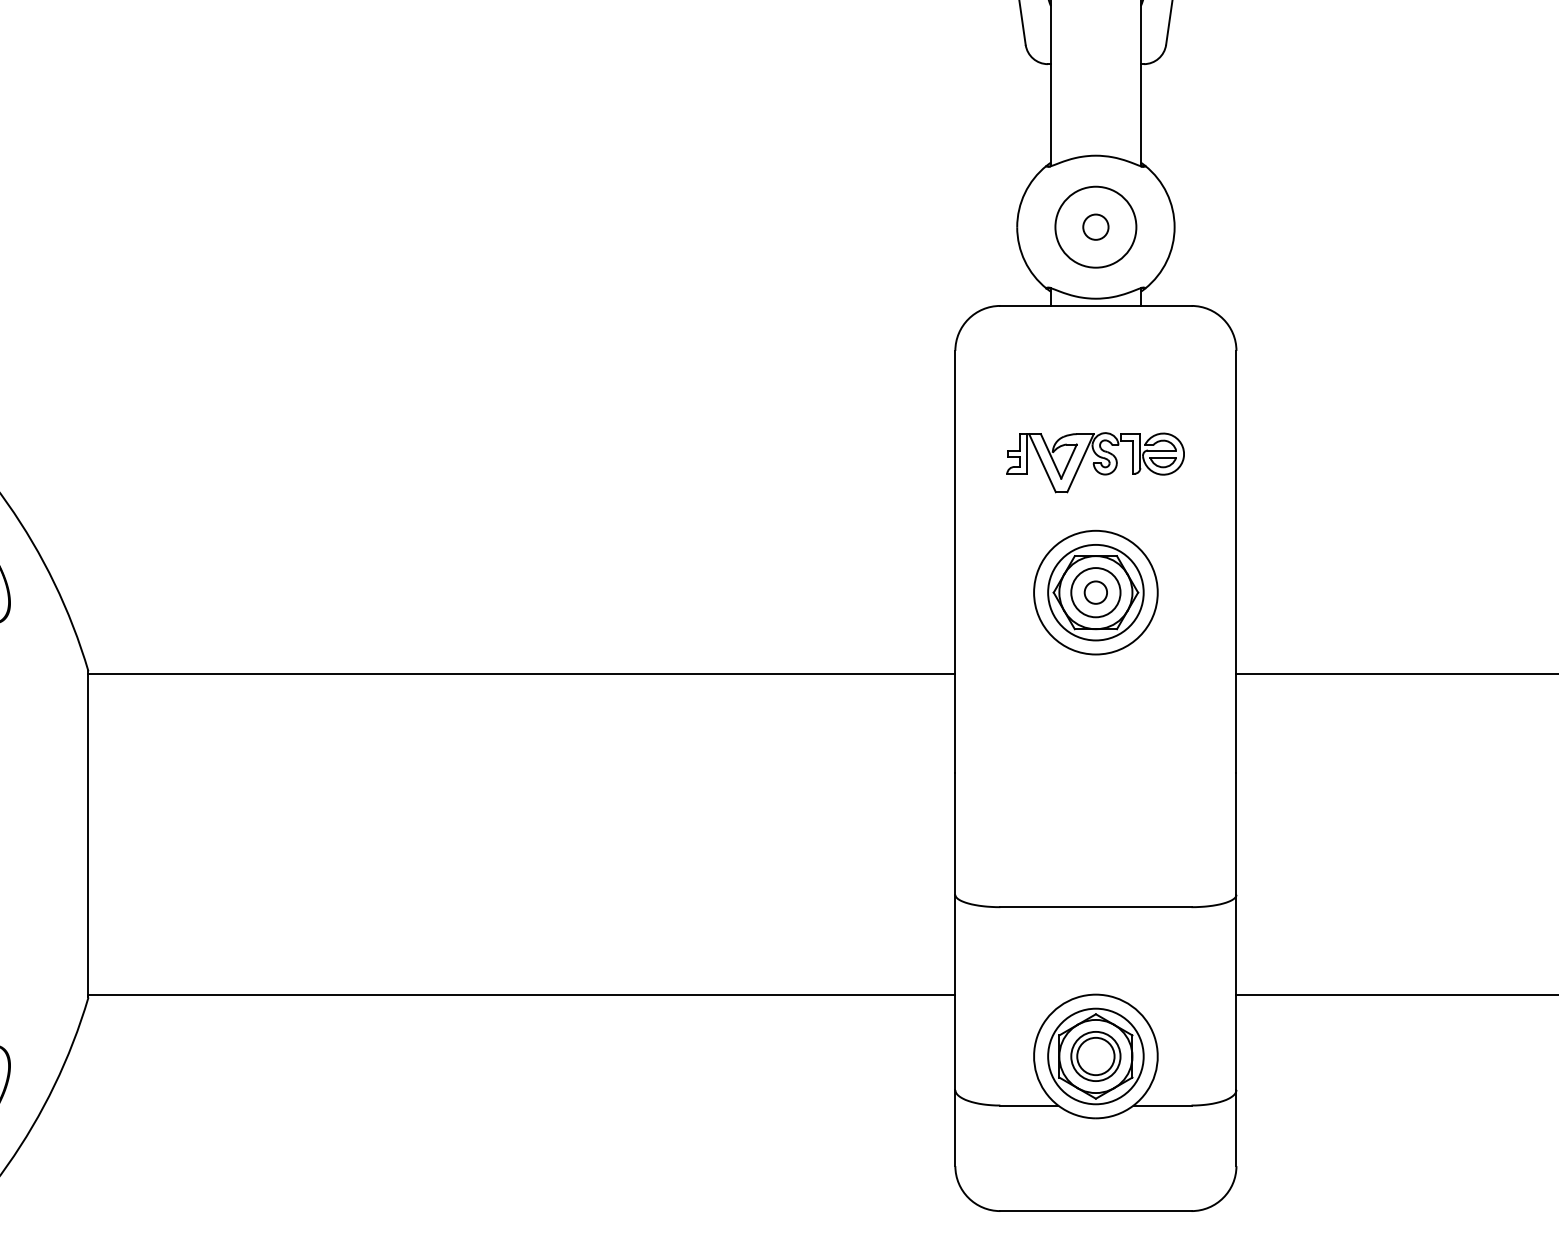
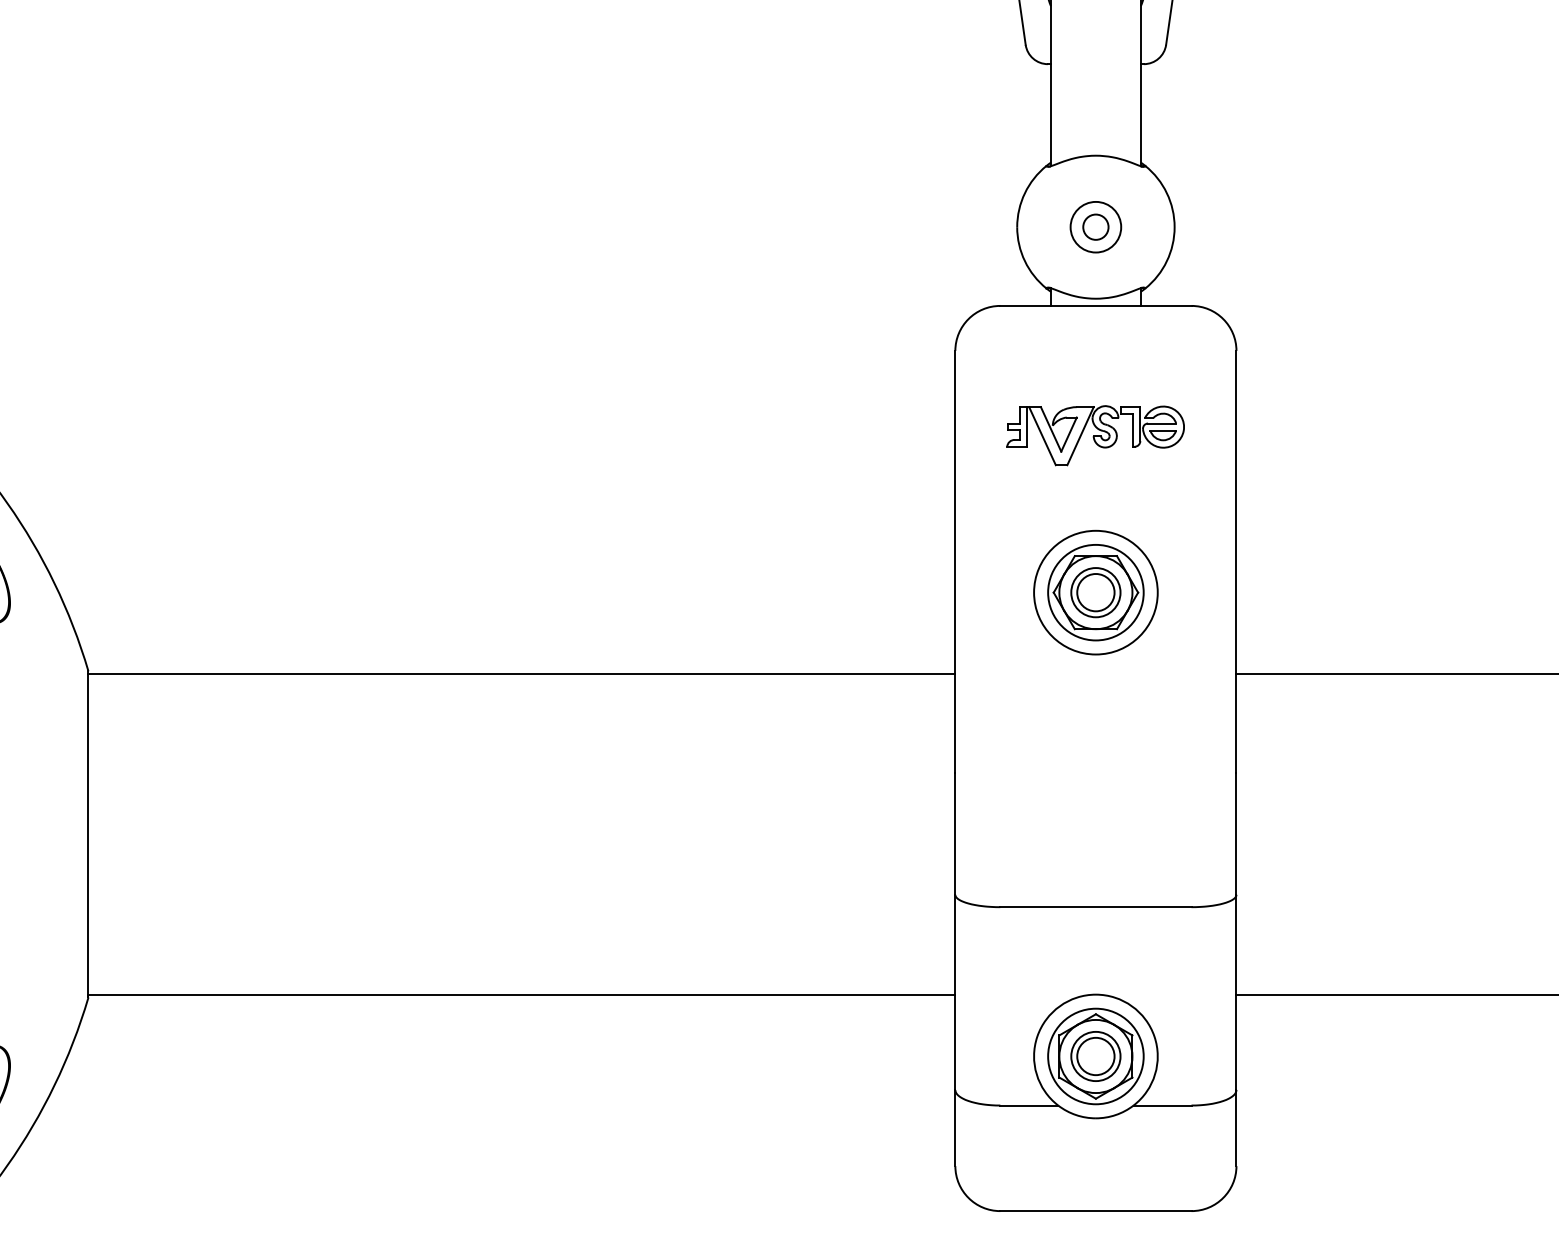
circle at (1095, 226) diameter: 81 px -> 51 px
part at (1095, 462) position: (1095, 462) -> (1095, 435)
circle at (1095, 592) diameter: 22 px -> 37 px
